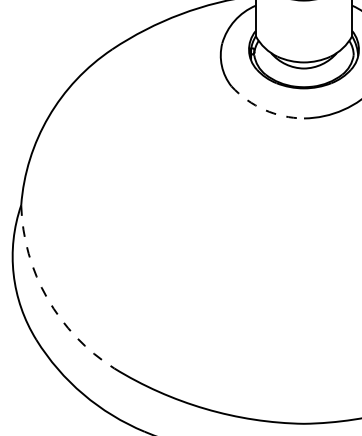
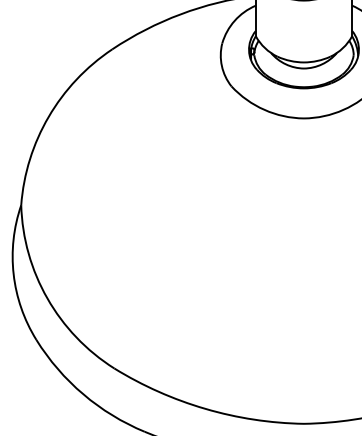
arc at (264, 109): dashed -> solid
arc at (47, 298): dashed -> solid
